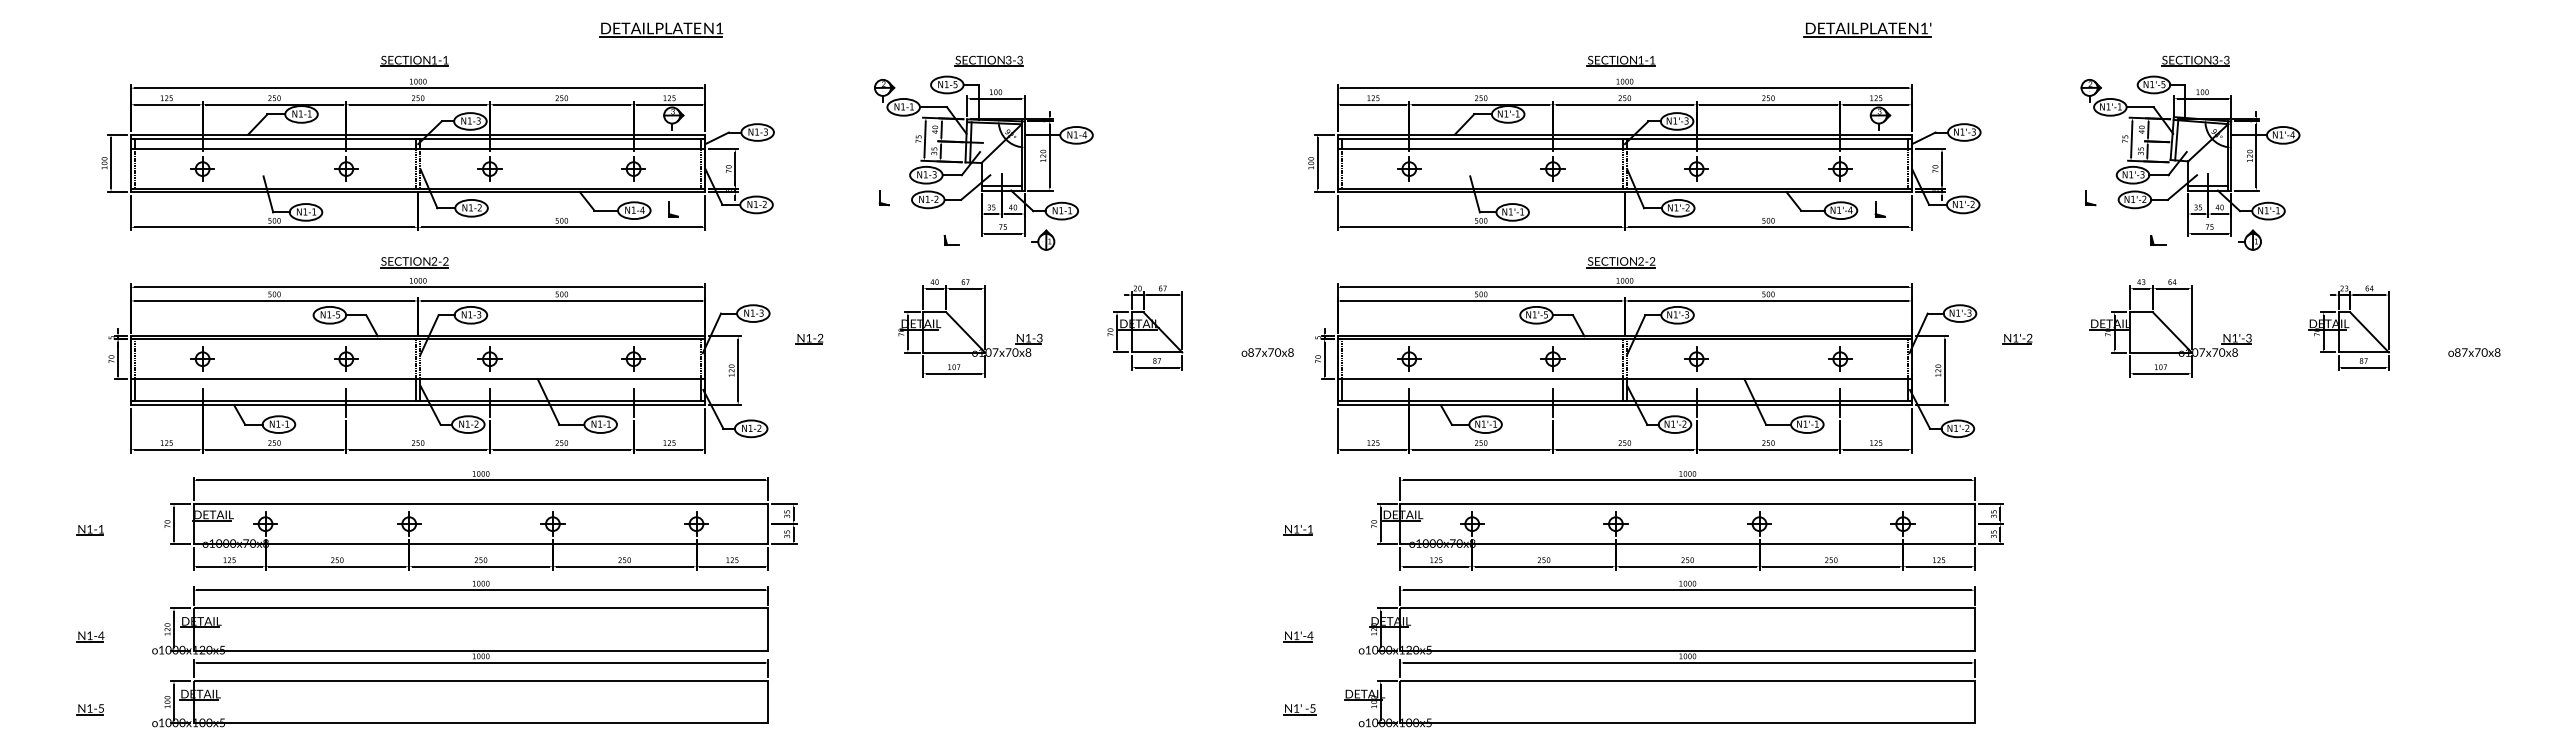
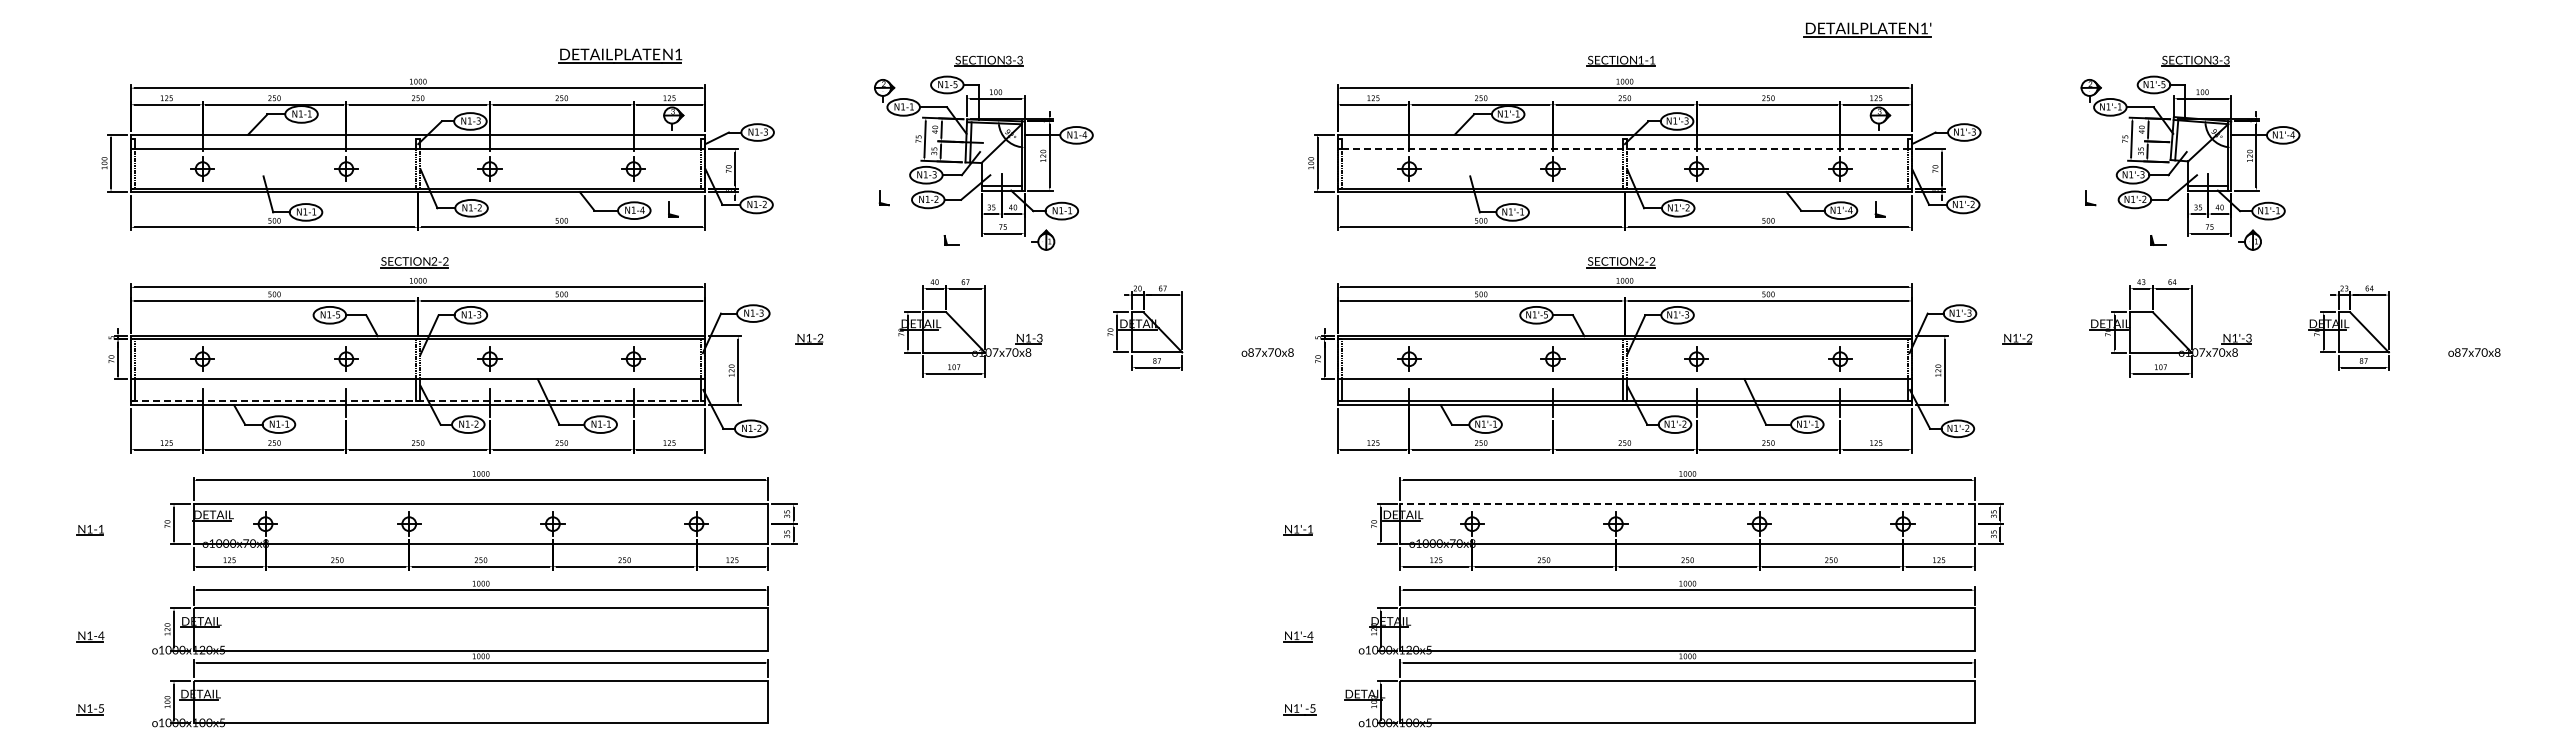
part at (661, 29) position: (661, 29) -> (620, 55)
part at (414, 60): present -> none
line at (417, 139): present -> none
line at (1624, 139): present -> none
line at (1624, 149): solid -> dashed
line at (418, 400): solid -> dashed
line at (1687, 504): solid -> dashed
